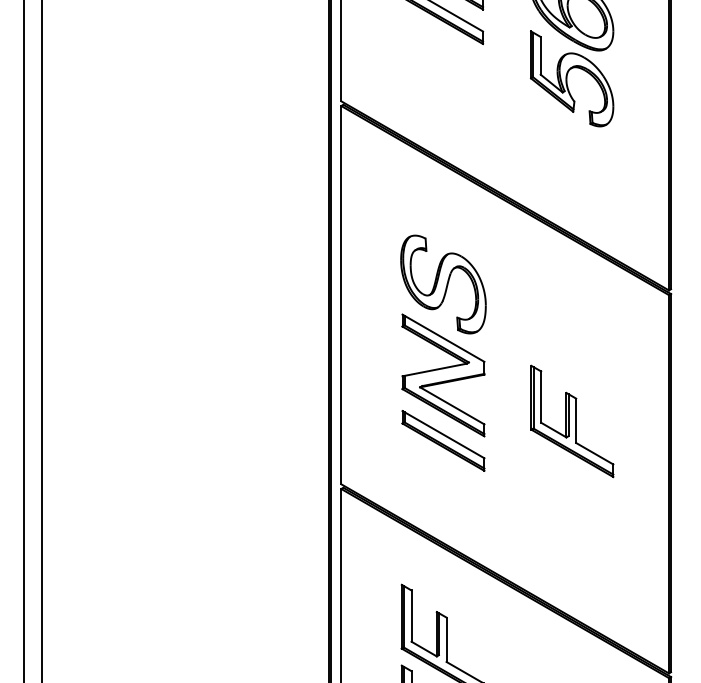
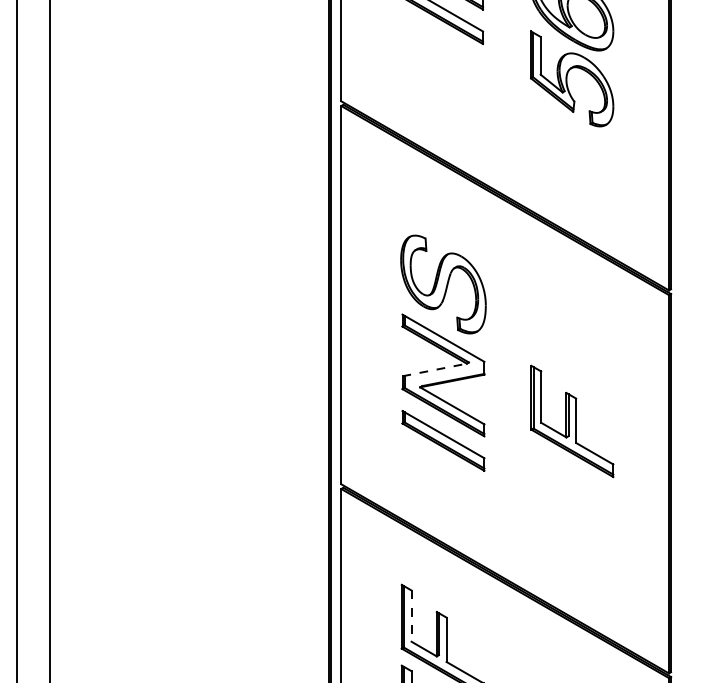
line at (24, 340) position: (24, 340) -> (17, 340)
line at (42, 340) position: (42, 340) -> (50, 340)
line at (434, 369): solid -> dashed
line at (411, 616): solid -> dashed
